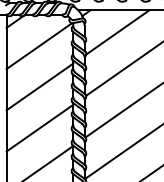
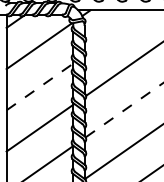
line at (117, 32): present -> none
line at (39, 86): solid -> dashed
line at (124, 109): solid -> dashed
